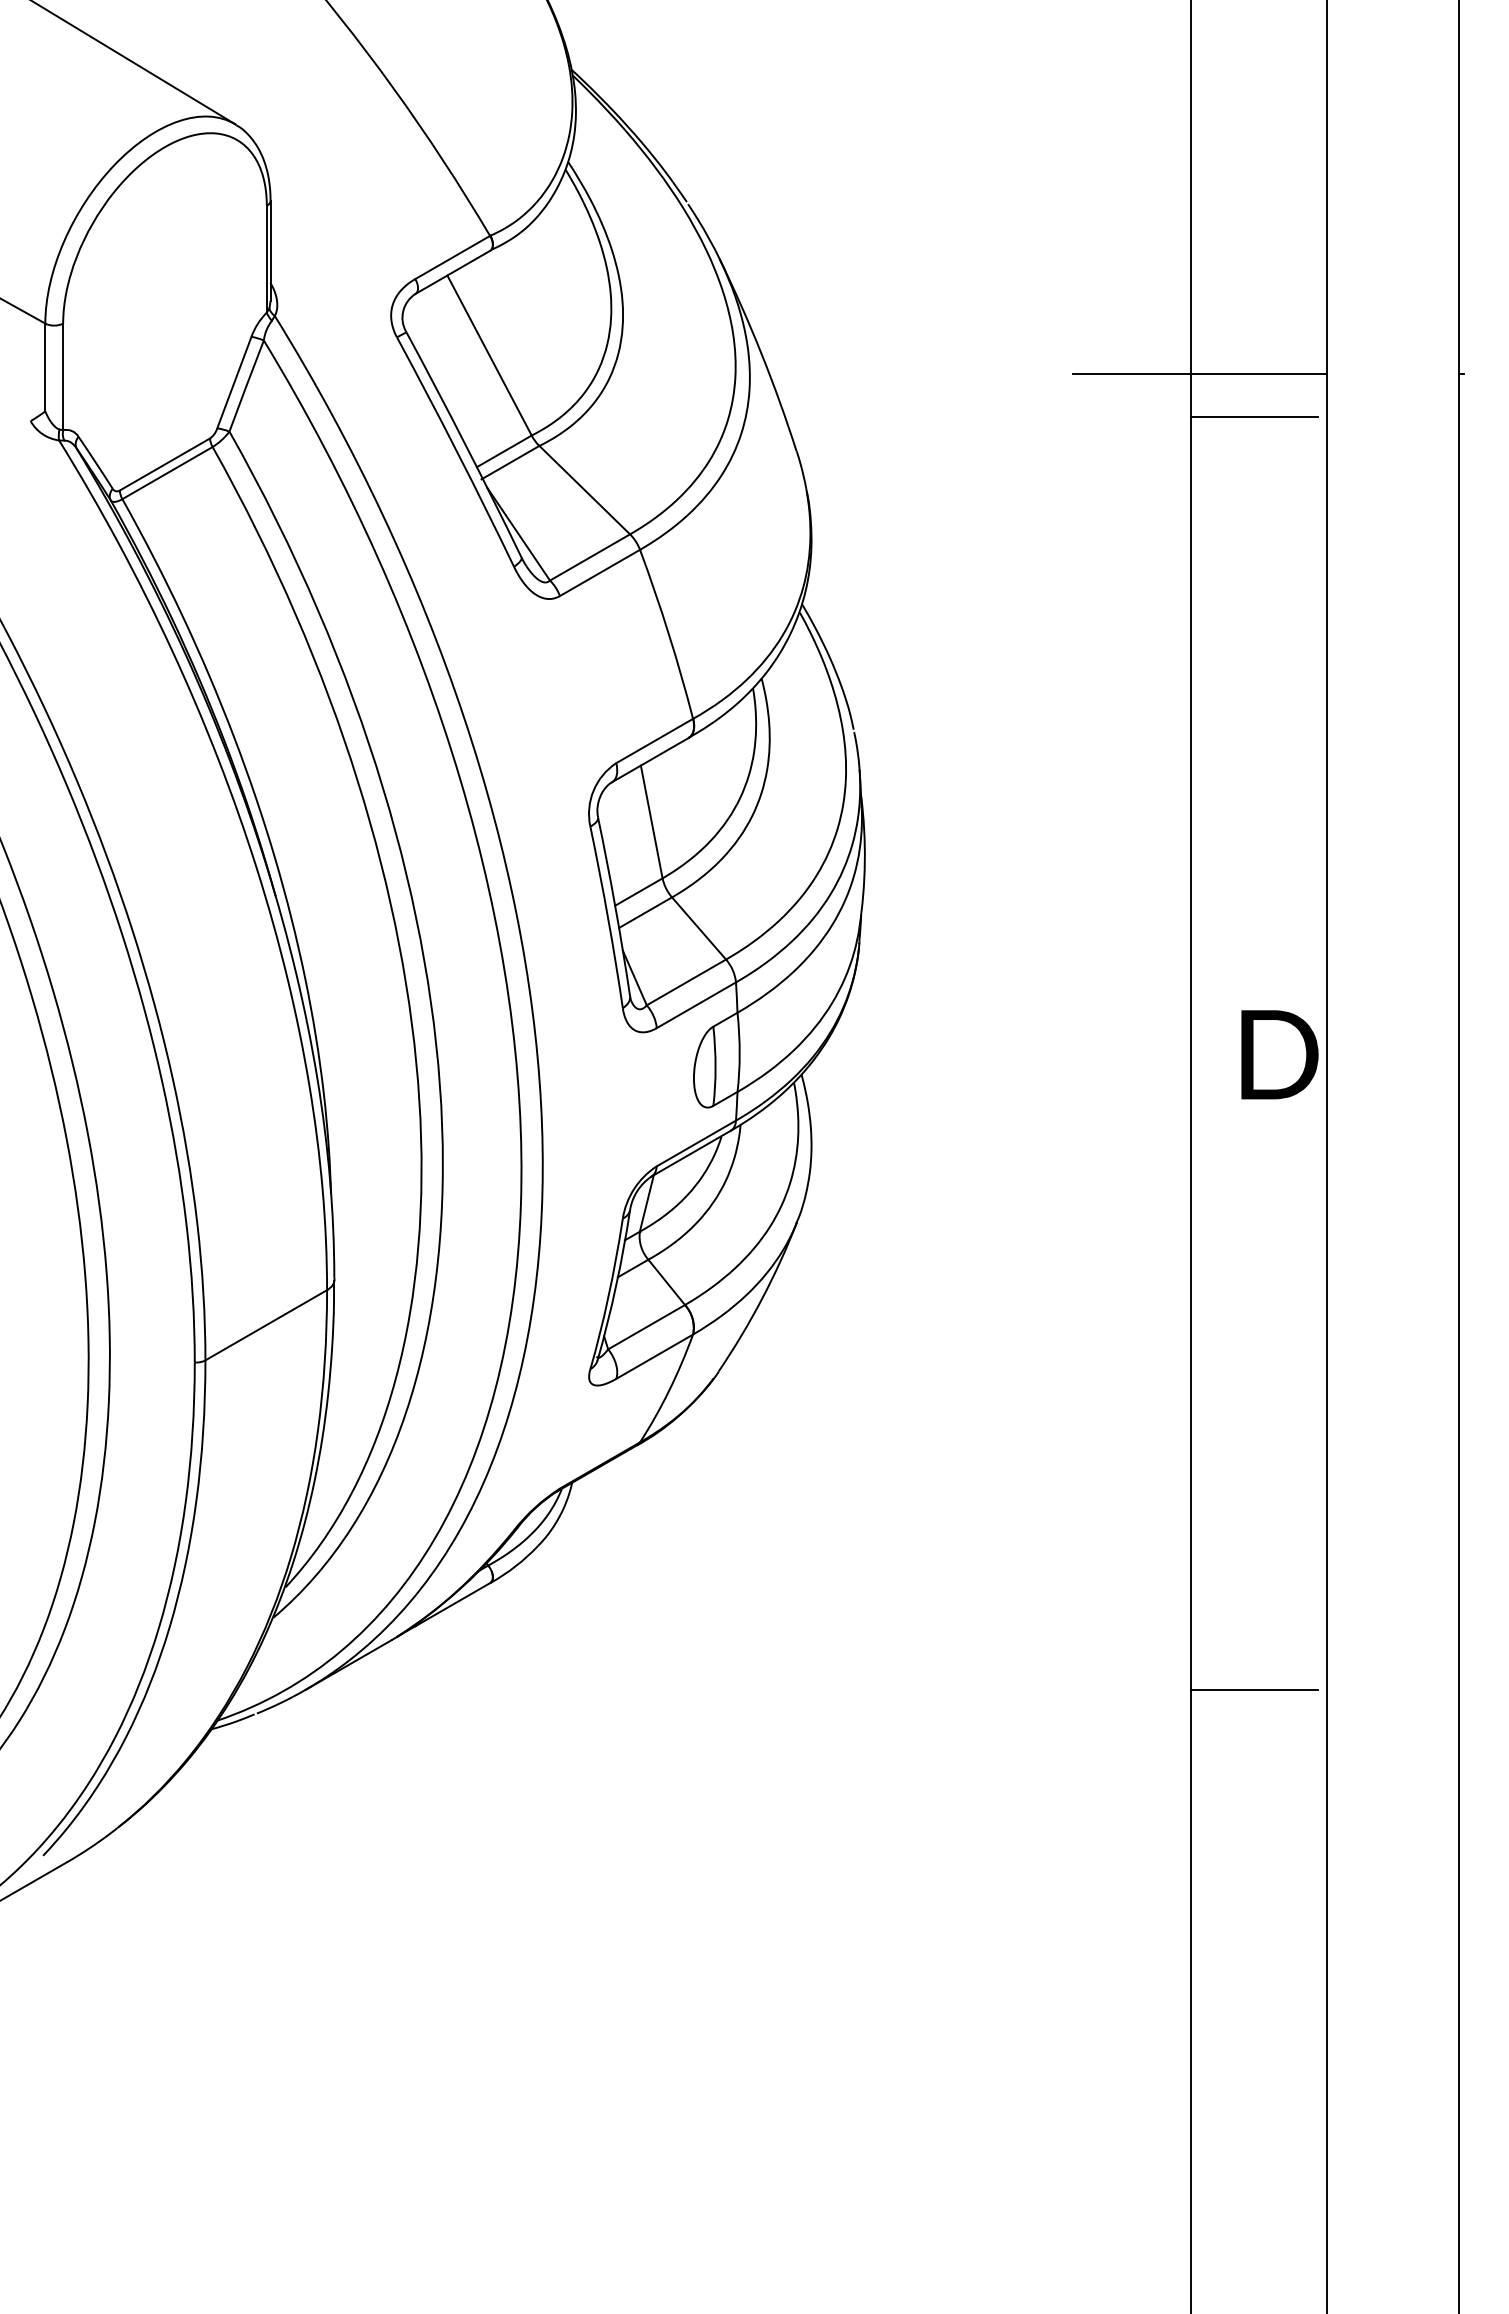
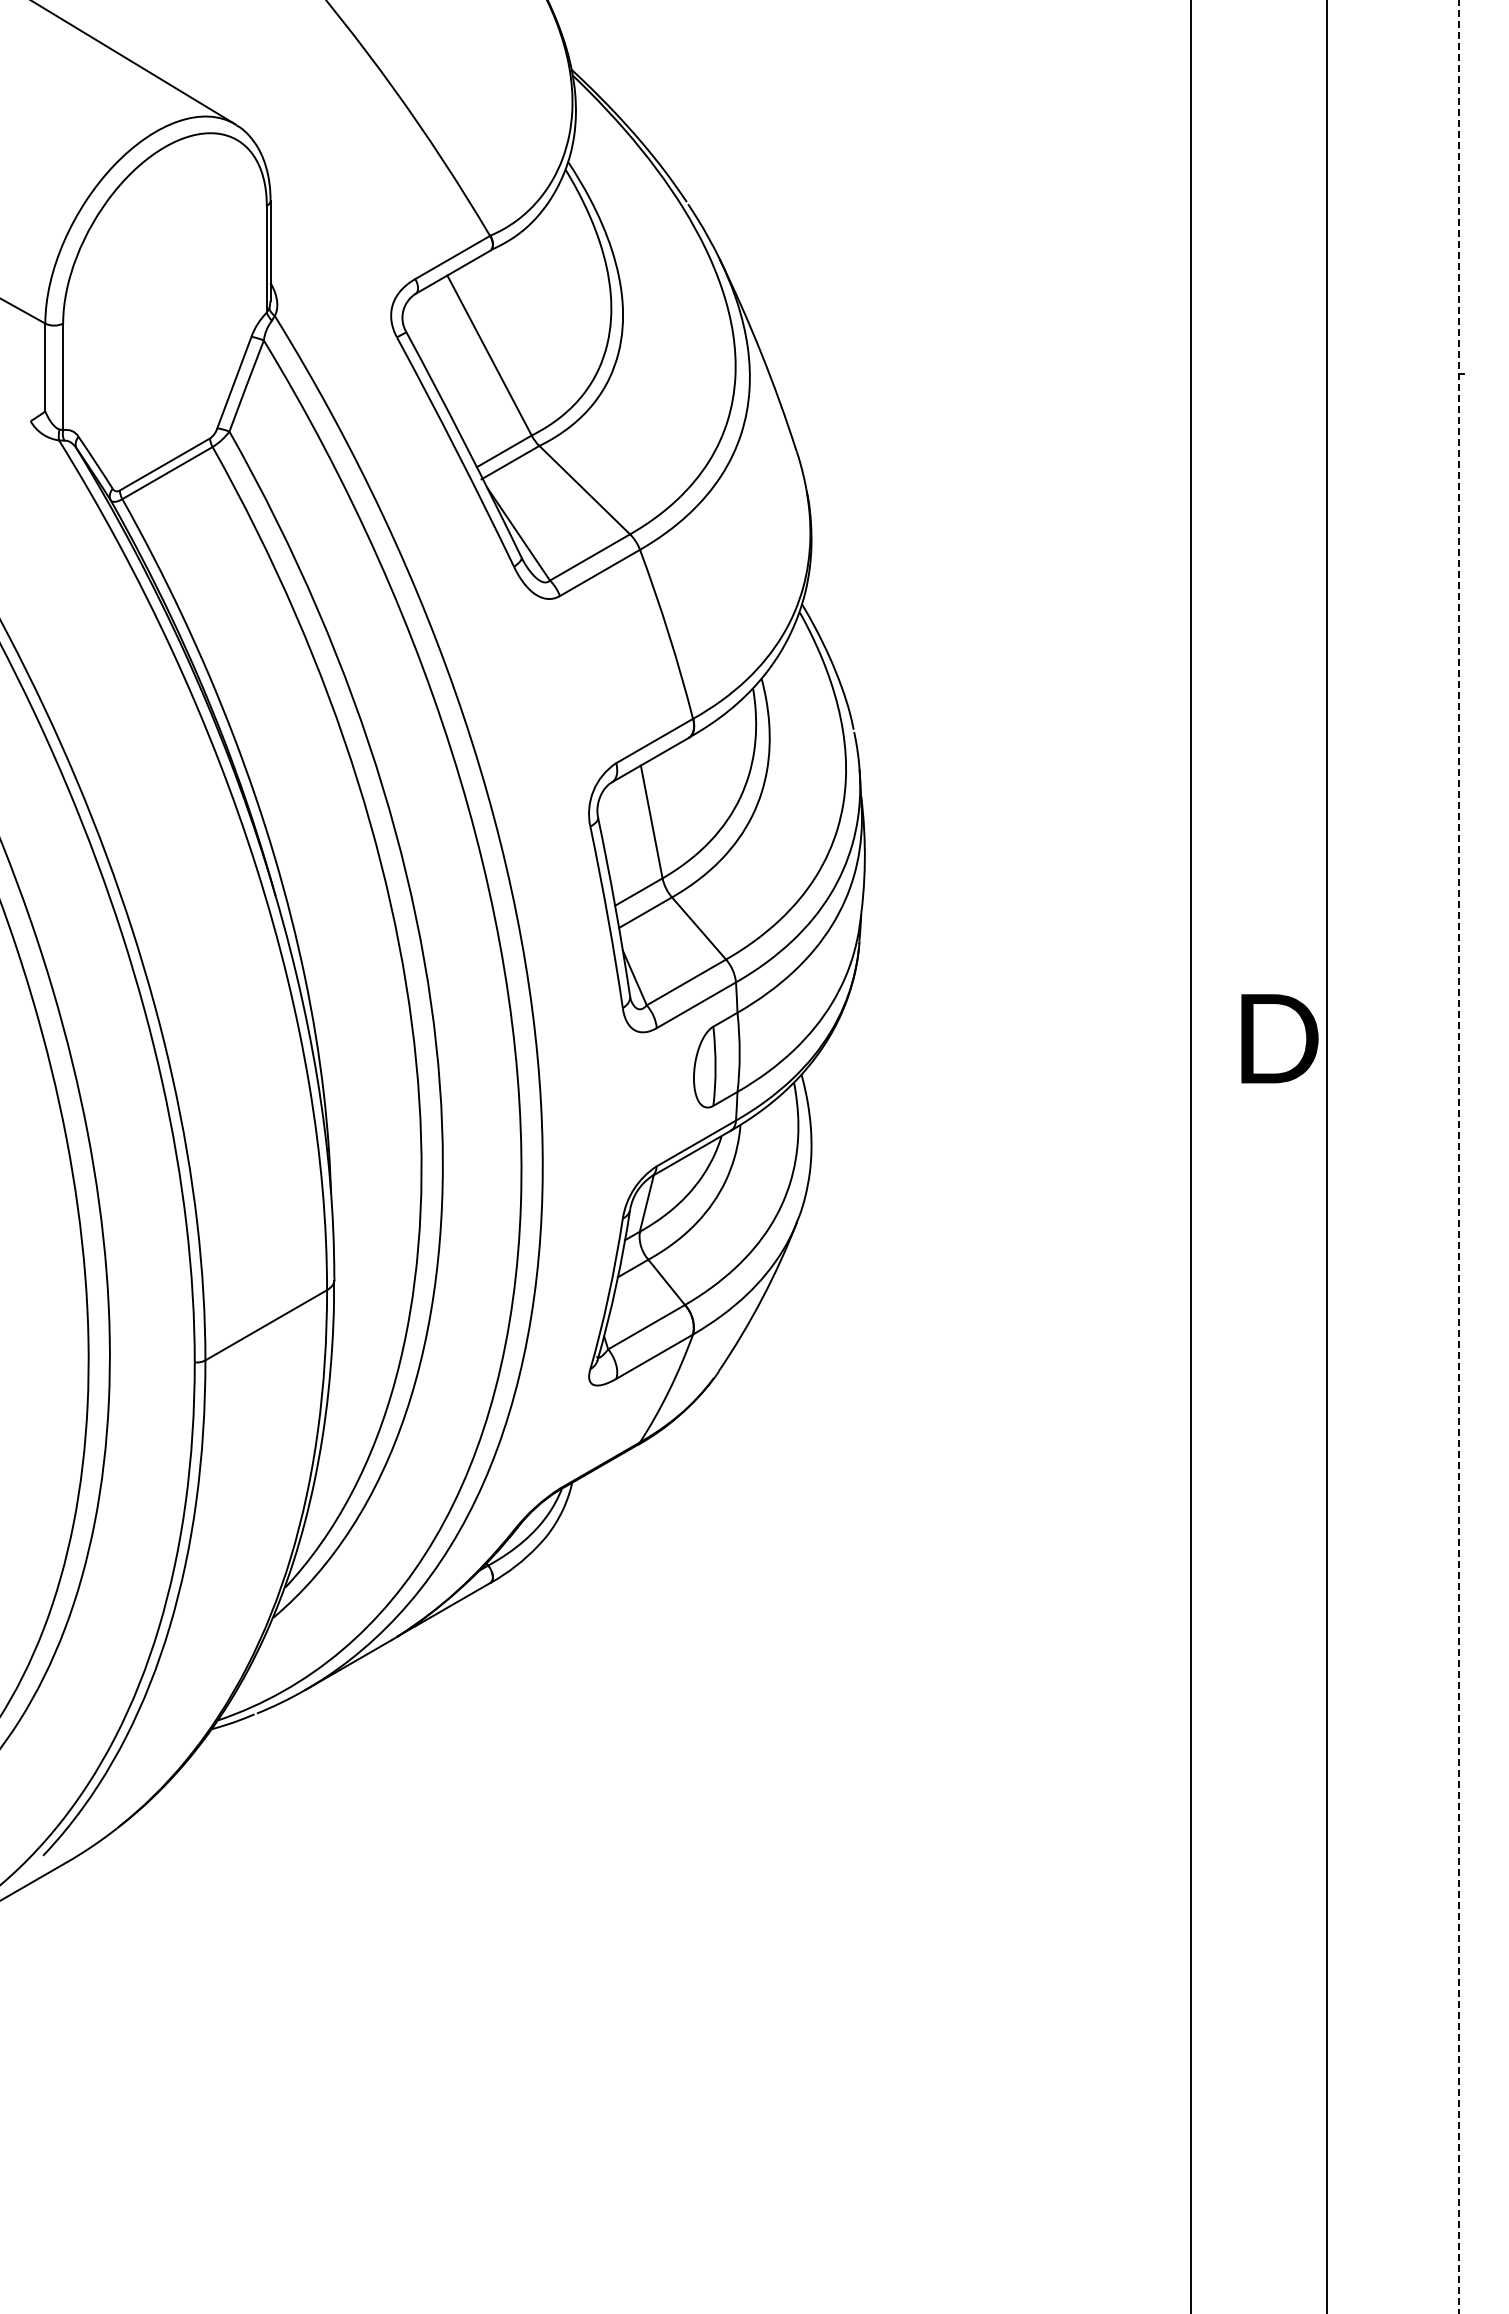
line at (1199, 374): present -> none
line at (1254, 417): present -> none
text at (1279, 1054) position: (1279, 1054) -> (1279, 1038)
line at (1459, 1156): solid -> dashed
line at (1254, 1689): present -> none
